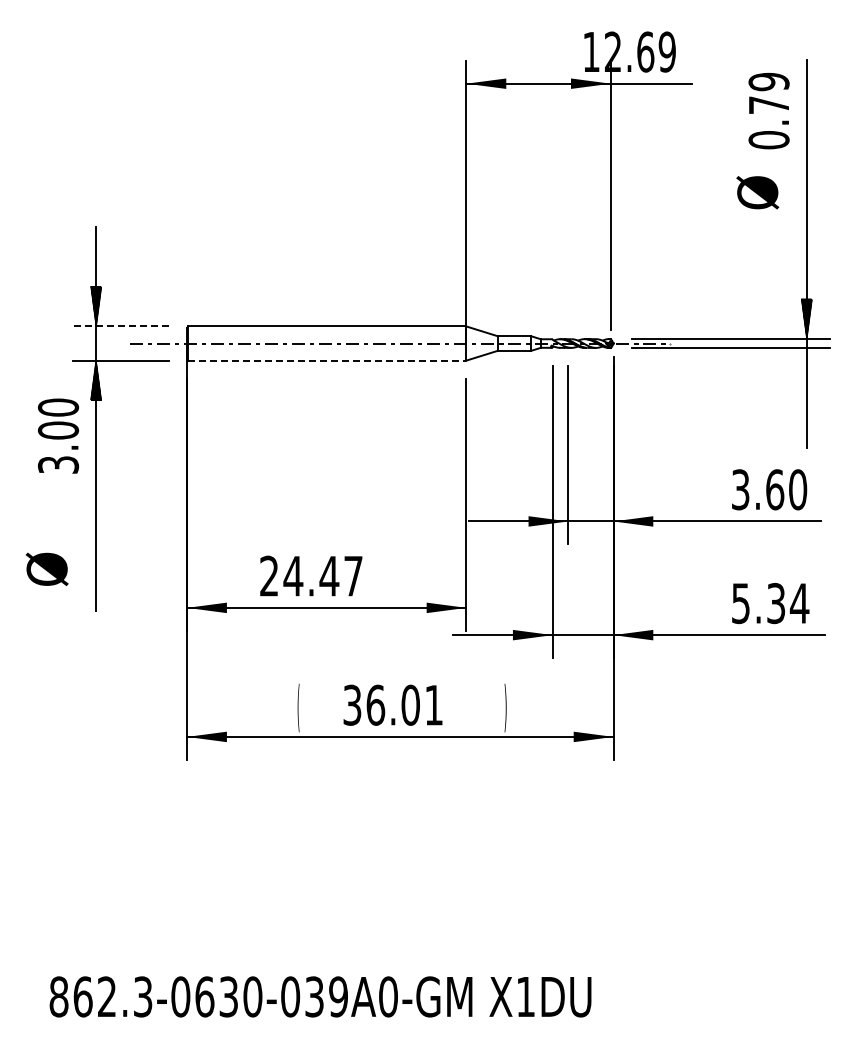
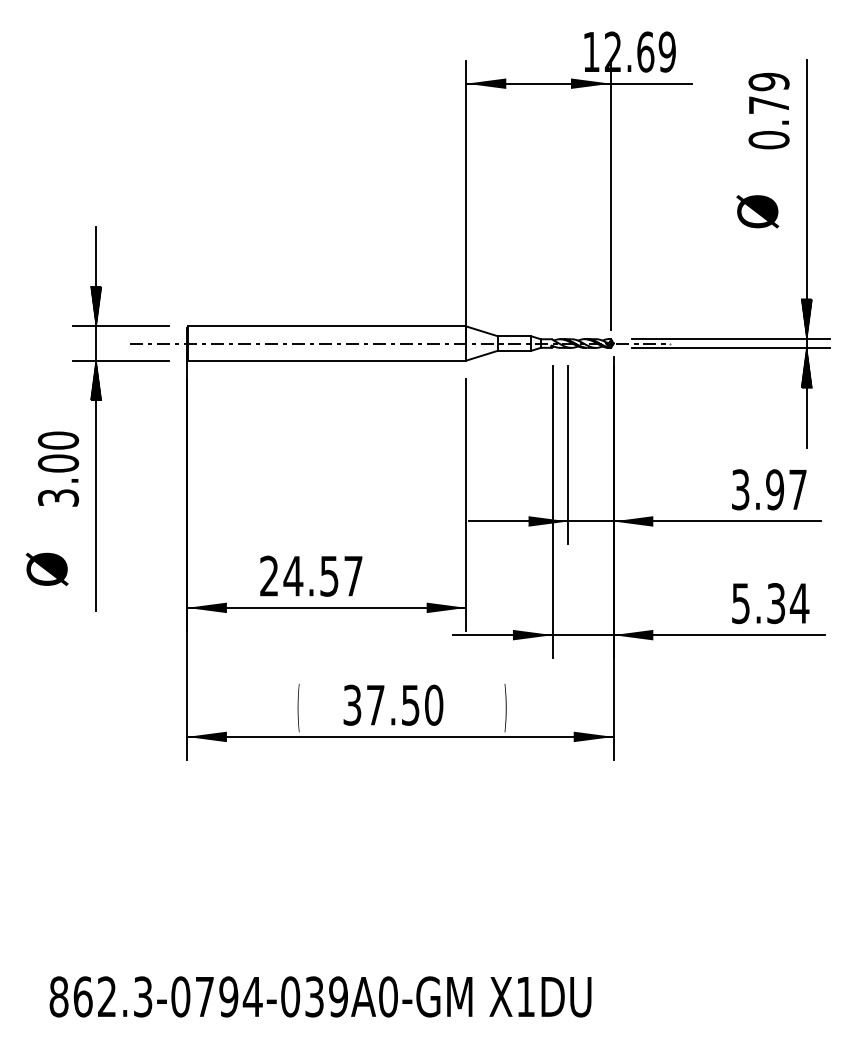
text at (757, 192) position: (757, 192) -> (757, 211)
line at (121, 326): dashed -> solid
line at (327, 360): dashed -> solid
hatch at (806, 367): none -> present
text at (58, 435) position: (58, 435) -> (58, 468)
text at (786, 489): 3.60 -> 3.97
text at (329, 576): 24.47 -> 24.57
text at (404, 704): 36.01 -> 37.50
text at (228, 996): 862.3-0630-039A0-GM -> 862.3-0794-039A0-GM
